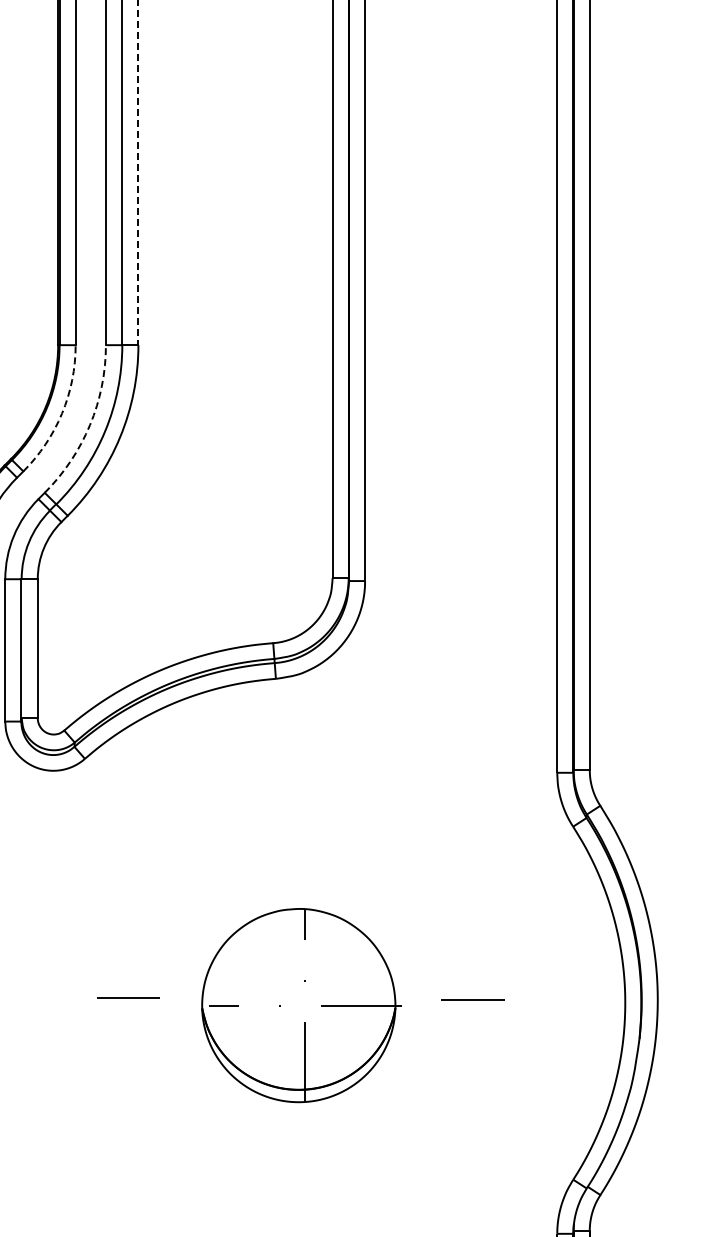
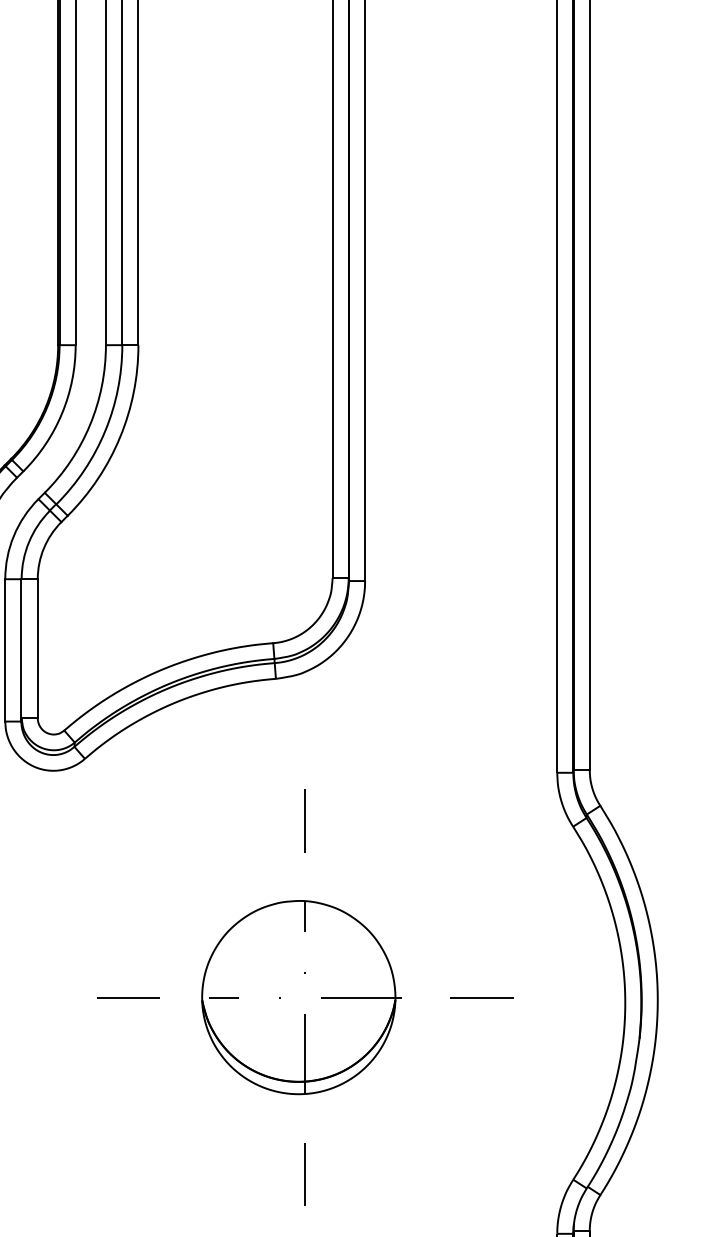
line at (138, 173): dashed -> solid
arc at (62, 413): dashed -> solid
arc at (90, 425): dashed -> solid
line at (305, 820): none -> present
line at (472, 999) position: (472, 999) -> (481, 997)
part at (301, 1005) position: (301, 1005) -> (301, 997)
line at (305, 1174): none -> present
